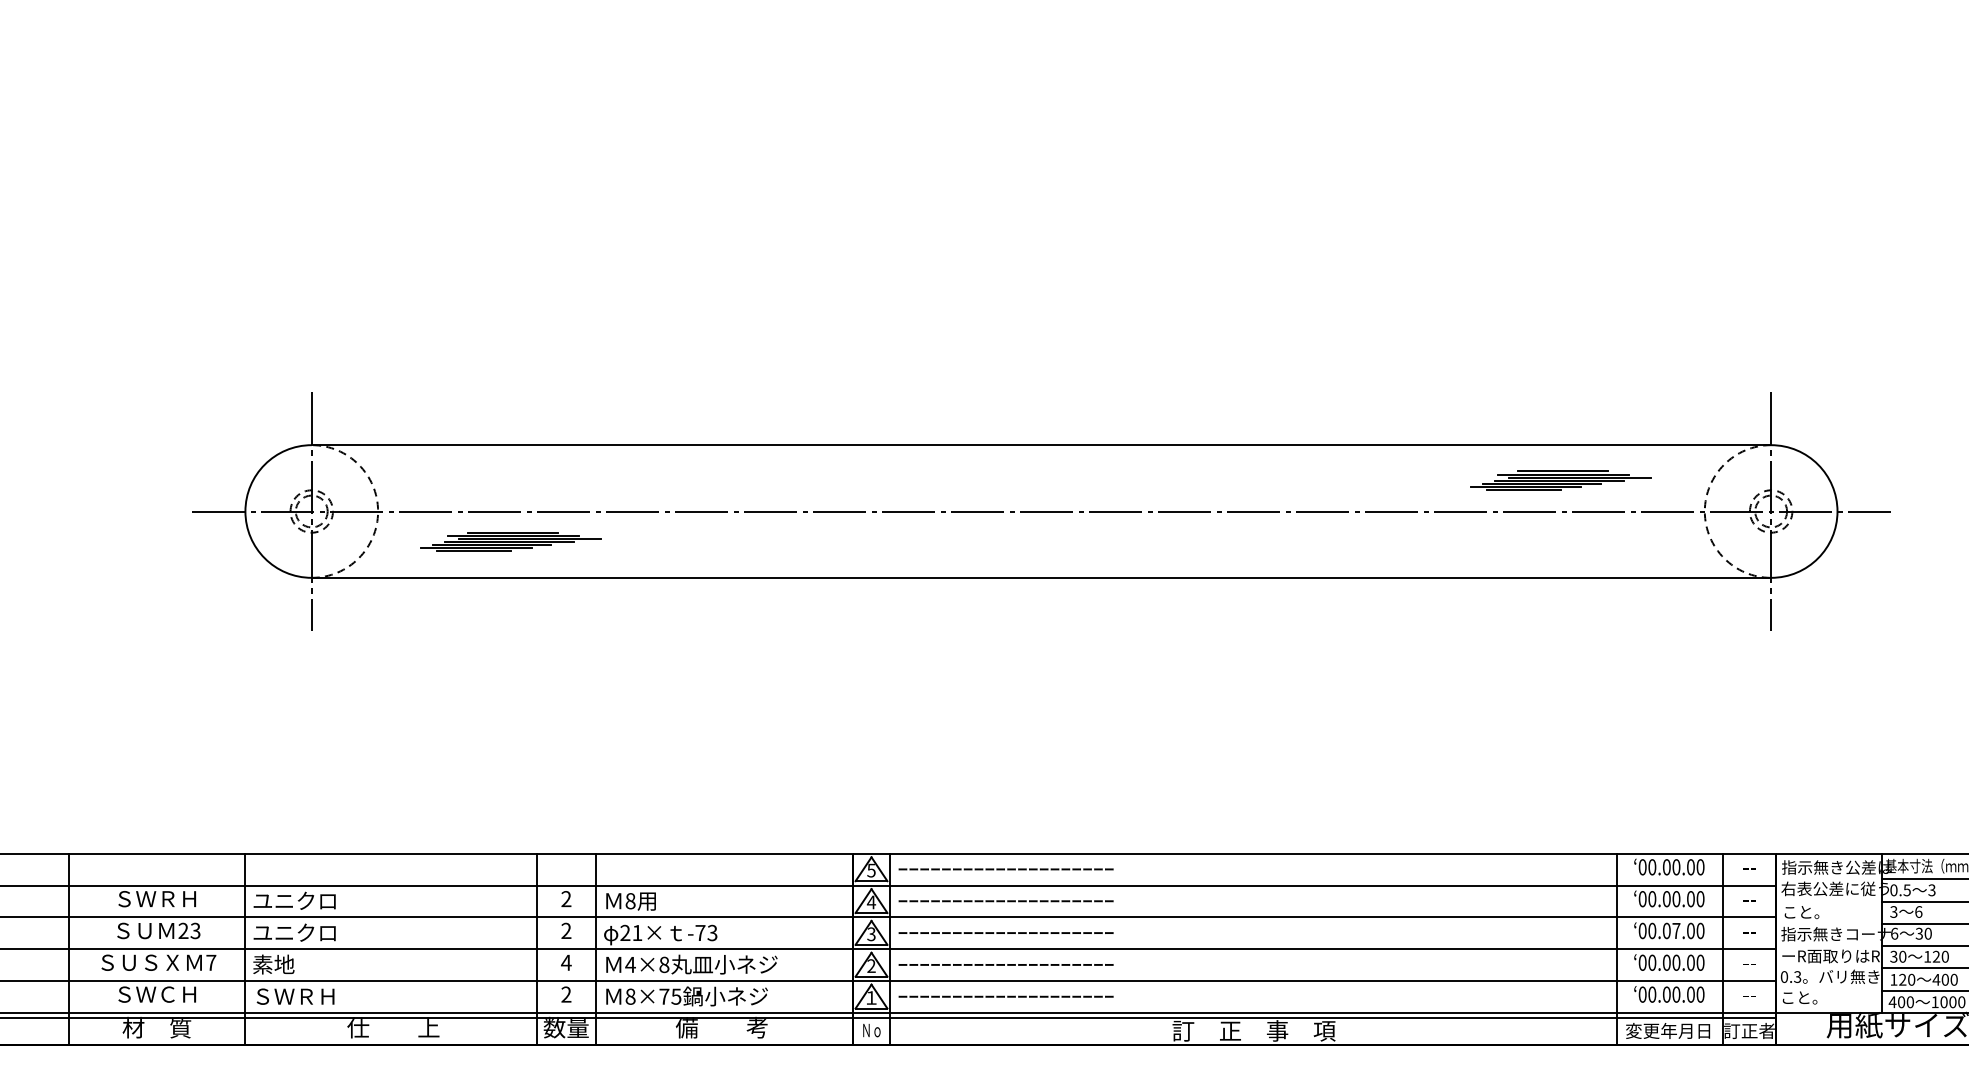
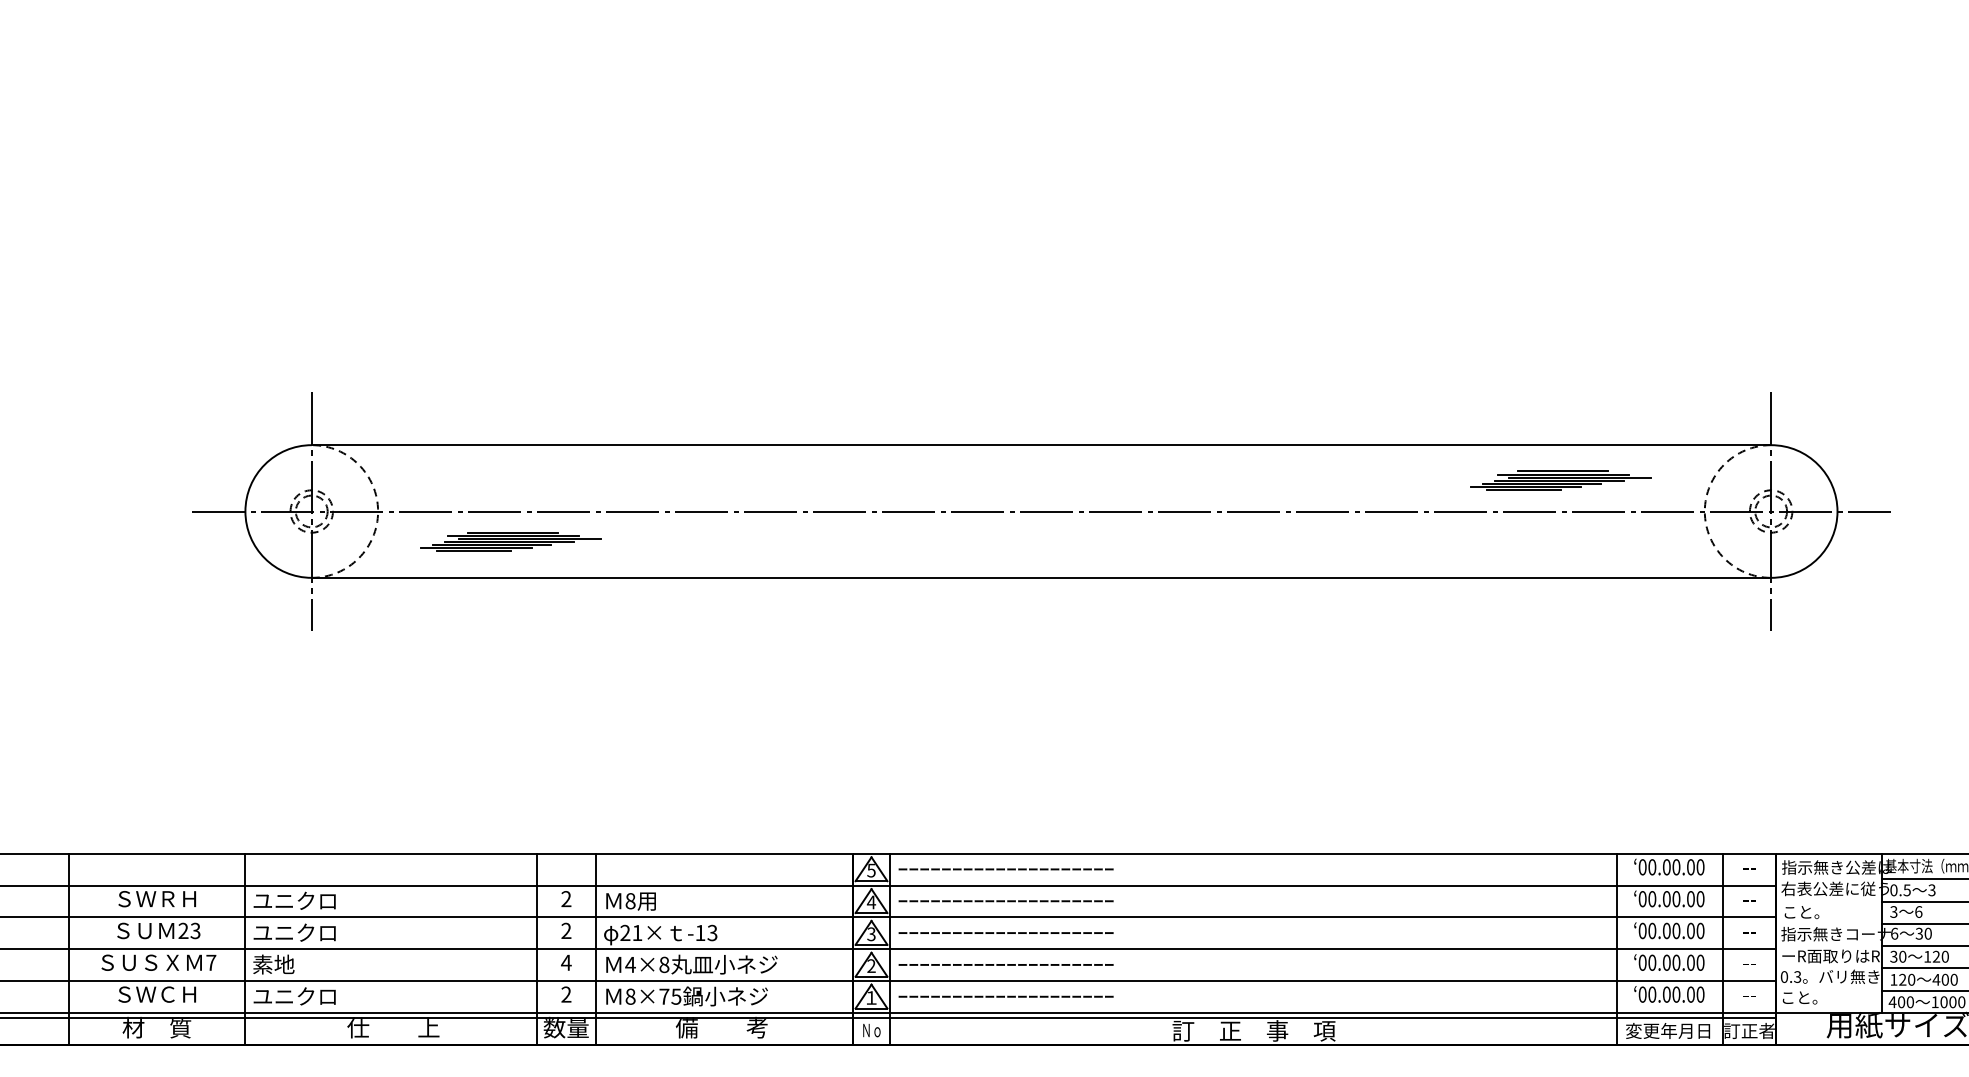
text at (1676, 930): 00.07.00 -> 00.00.00
text at (700, 932): -73 -> -13
text at (294, 996): ＳＷＲＨ -> ユニクロ
